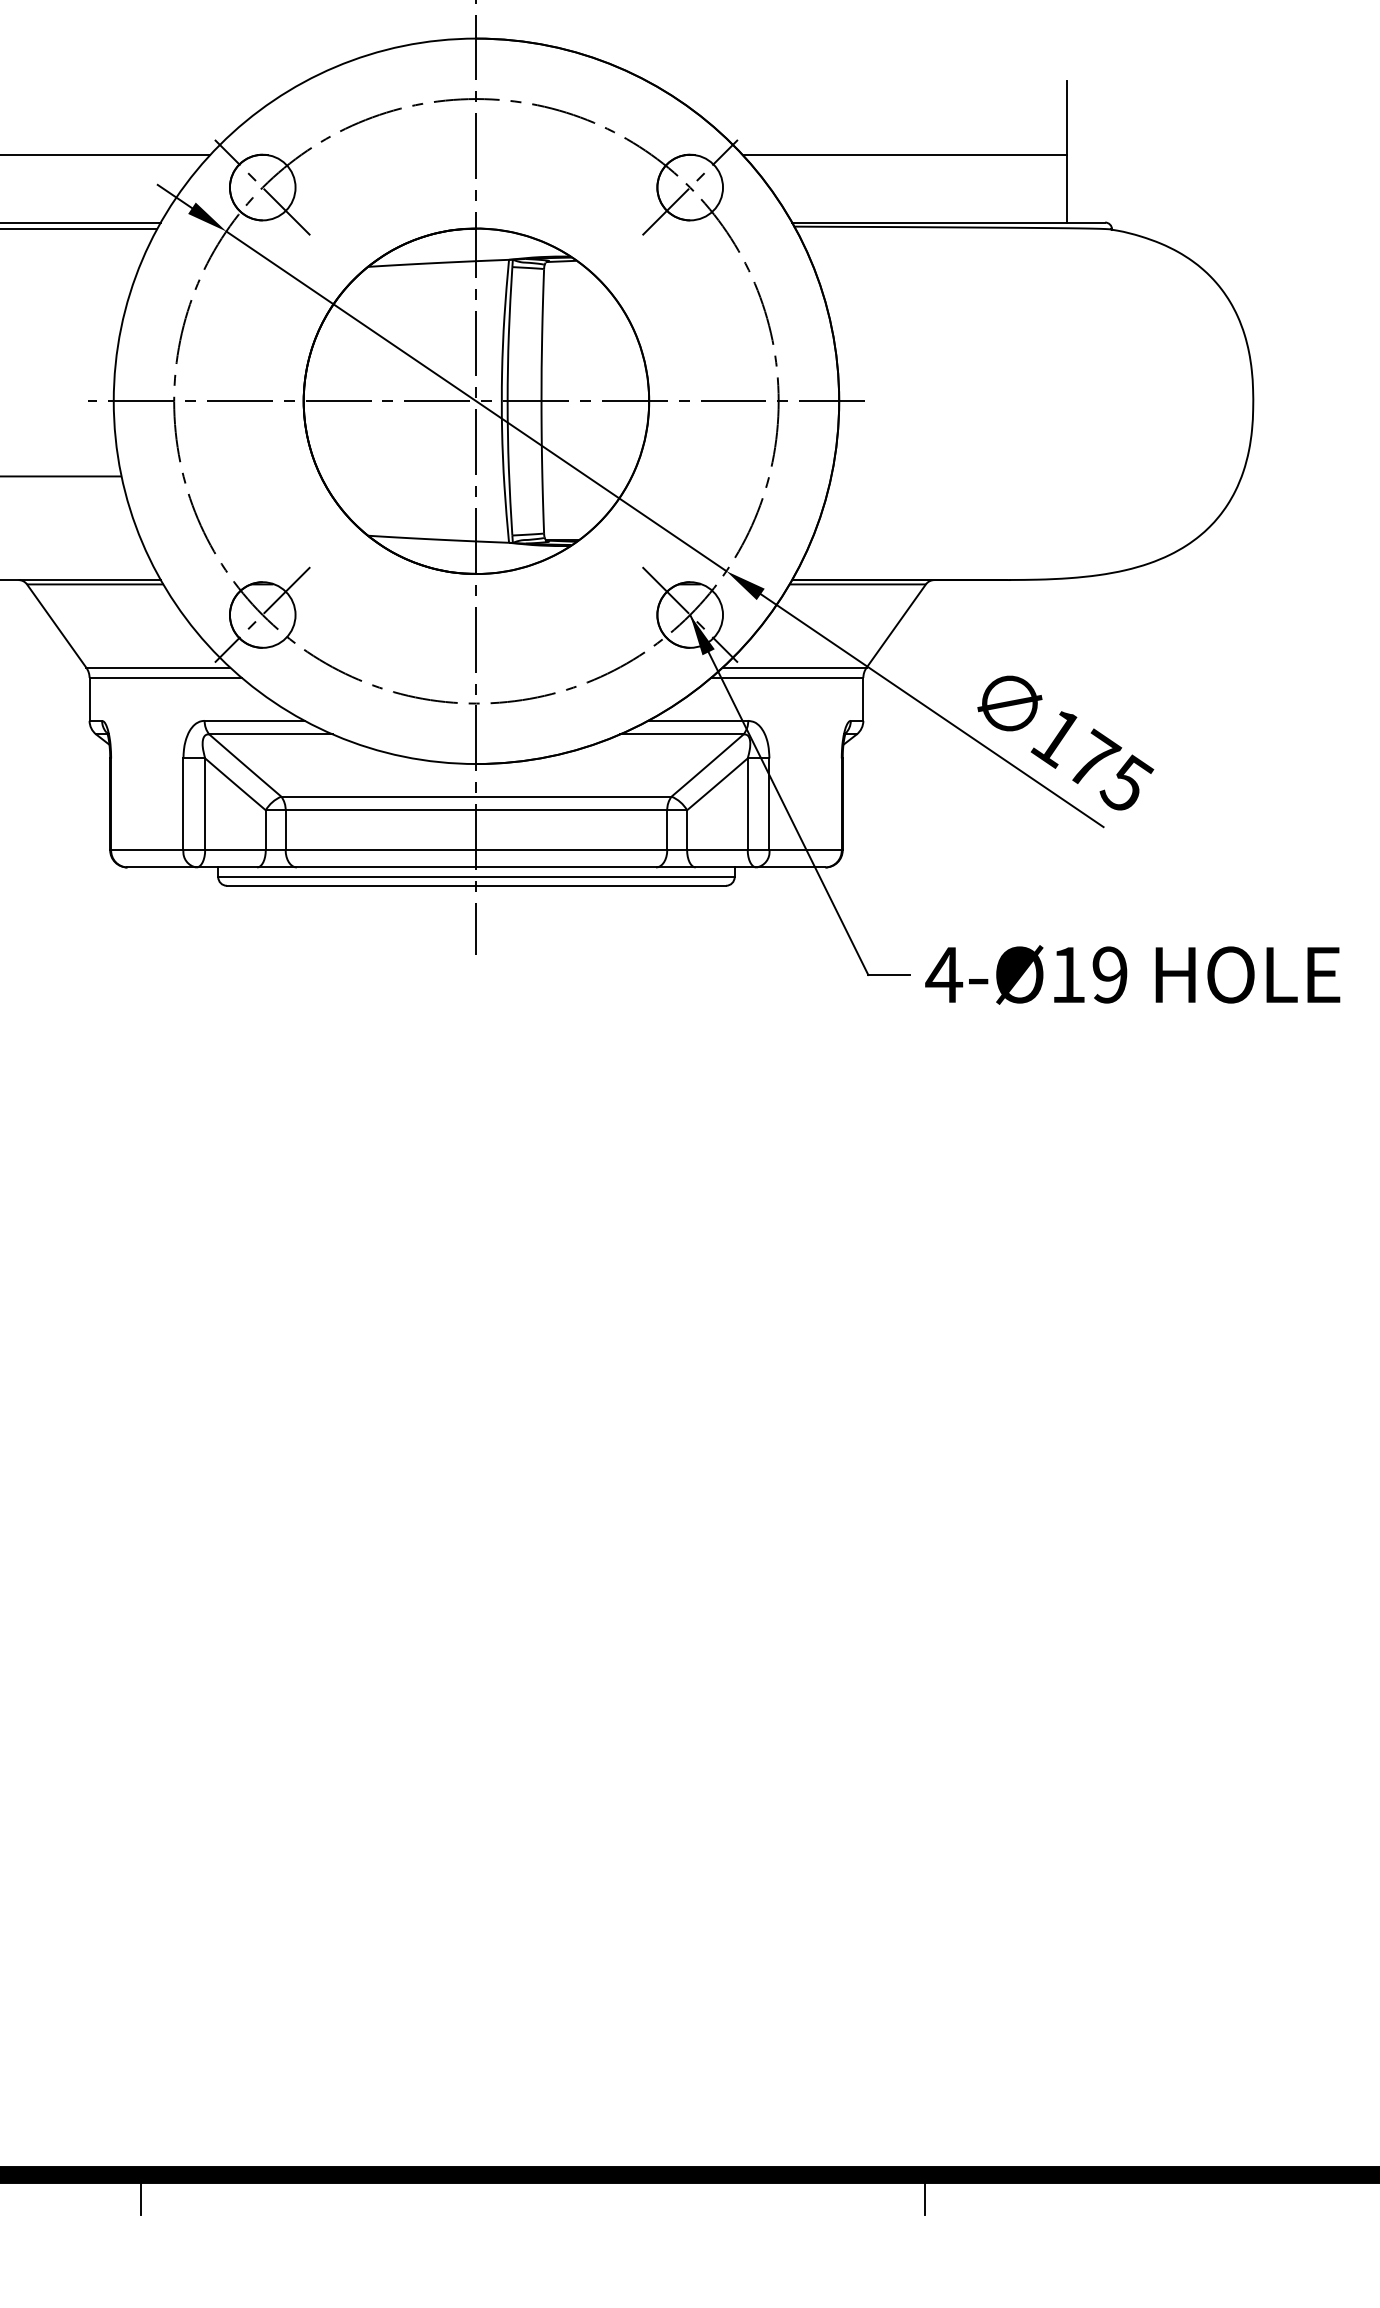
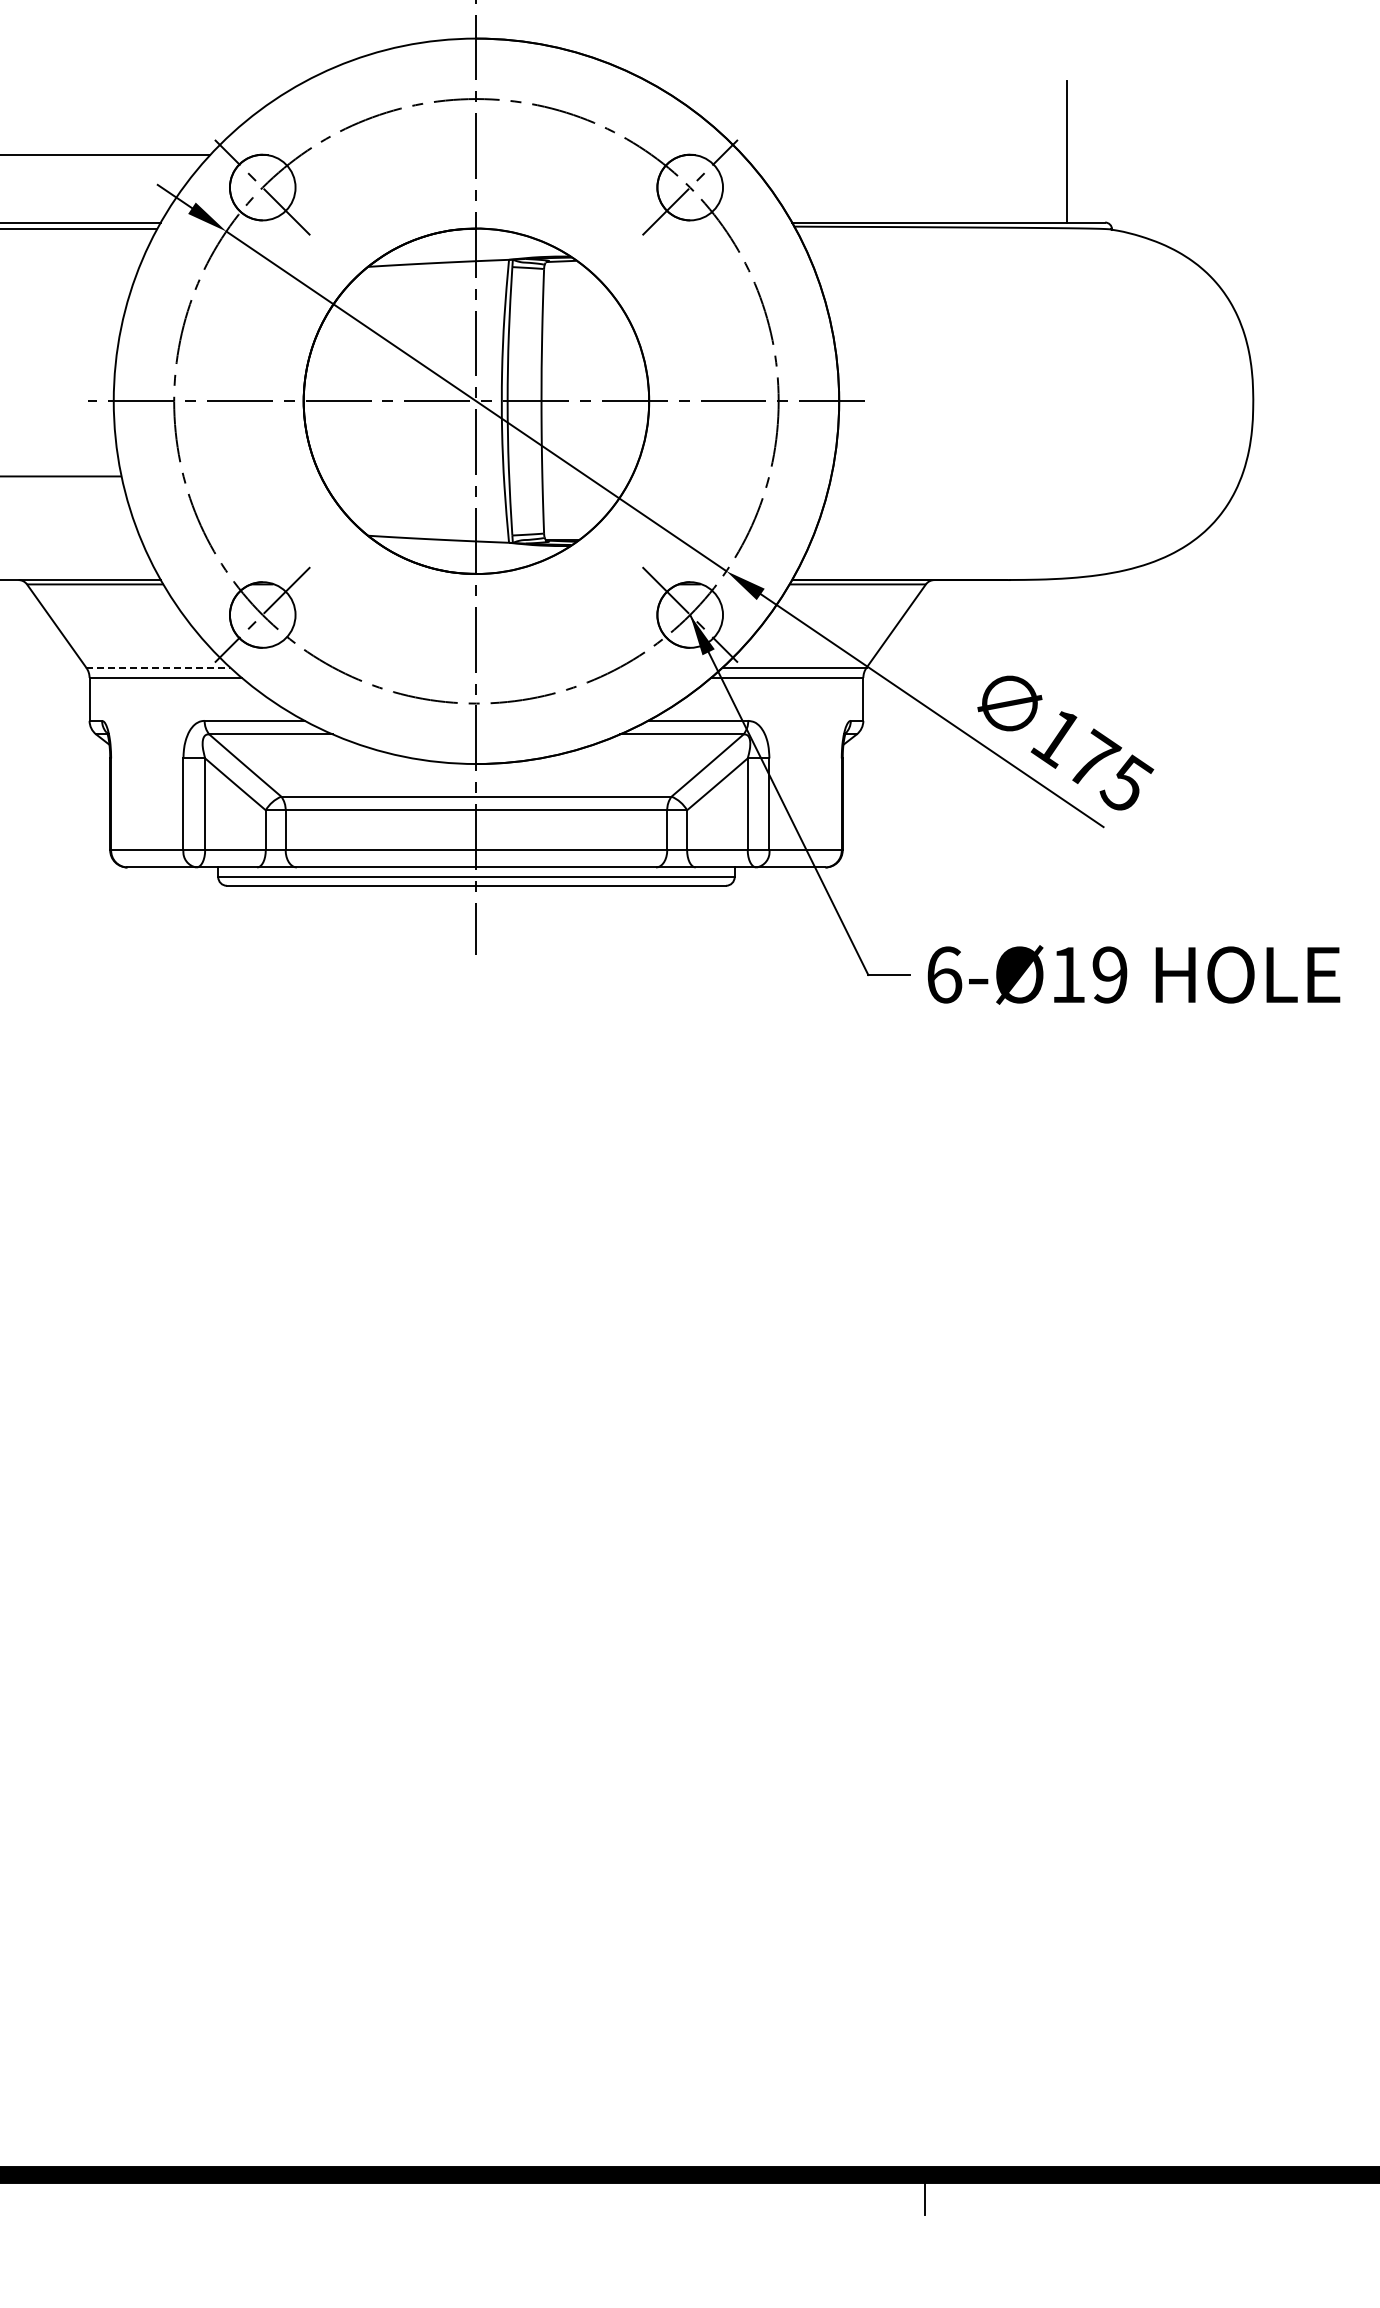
line at (904, 155): present -> none
line at (158, 667): solid -> dashed
text at (944, 974): 4-Ø19 -> 6-Ø19
line at (141, 2199): present -> none
